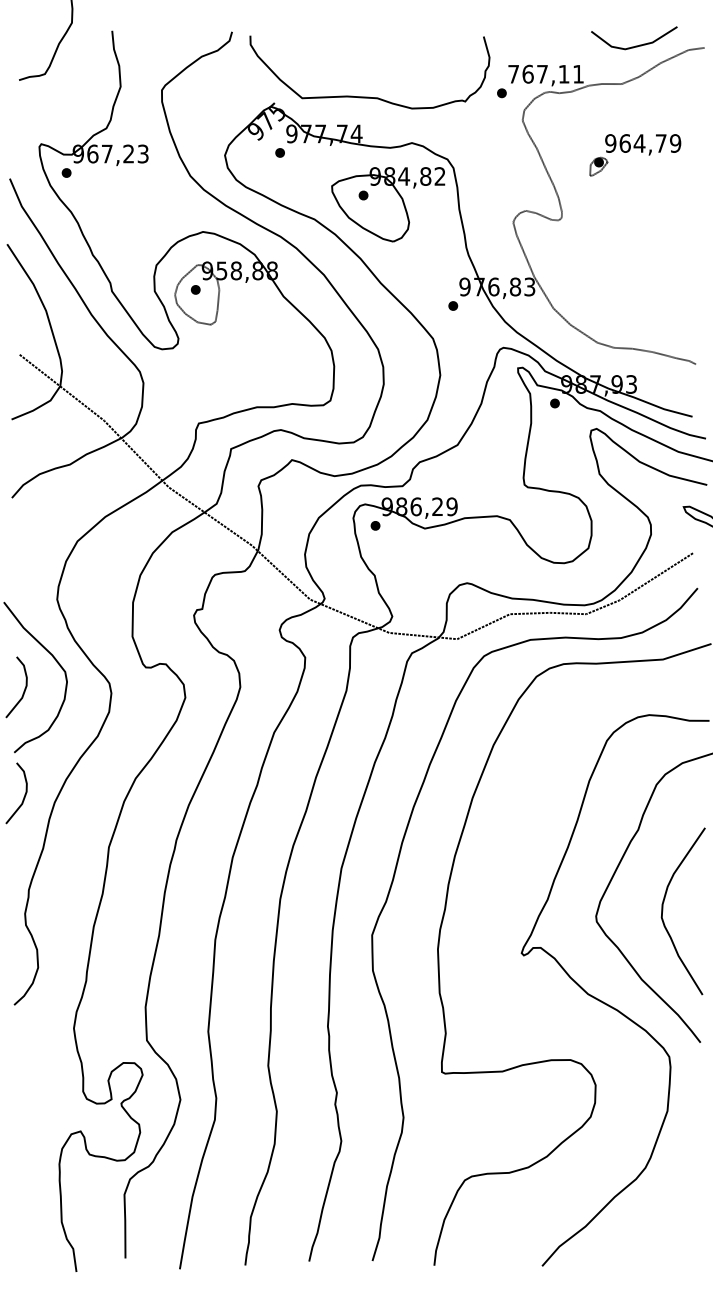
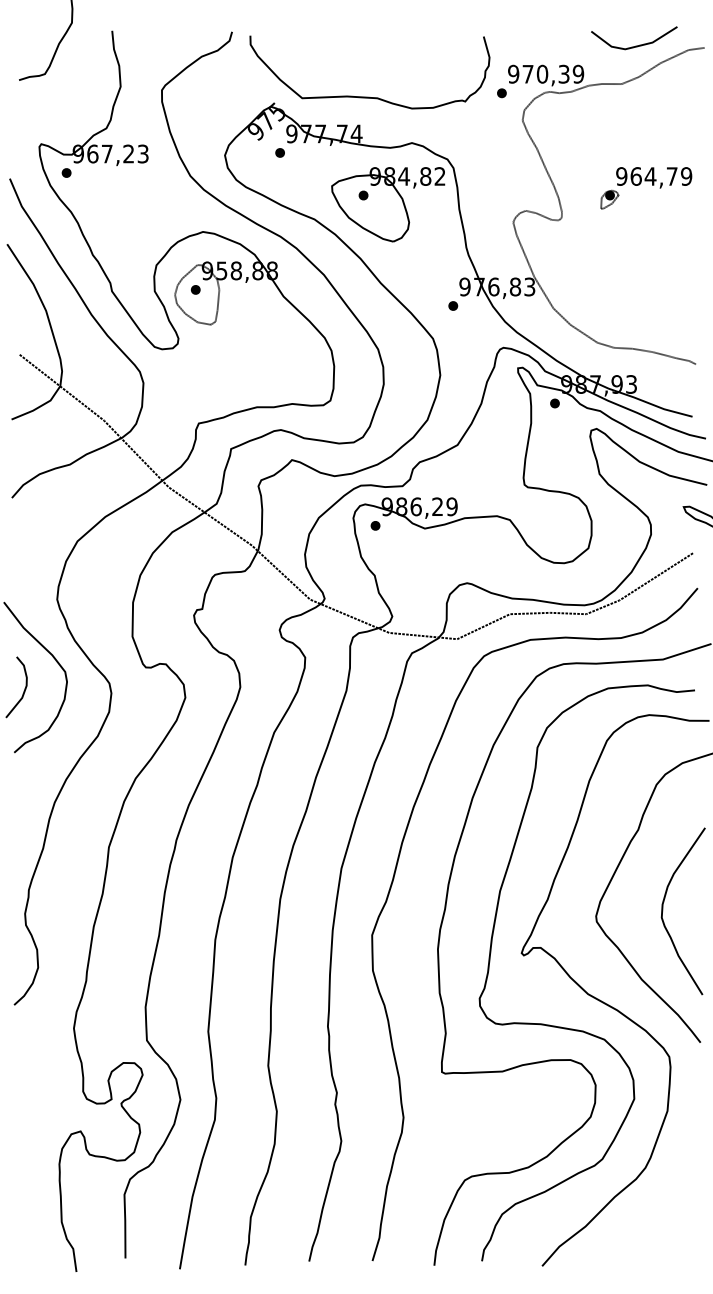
text at (546, 73): 767,11 -> 970,39
part at (641, 152) position: (641, 152) -> (652, 185)
curve at (24, 794): present -> none
curve at (573, 1028): none -> present
